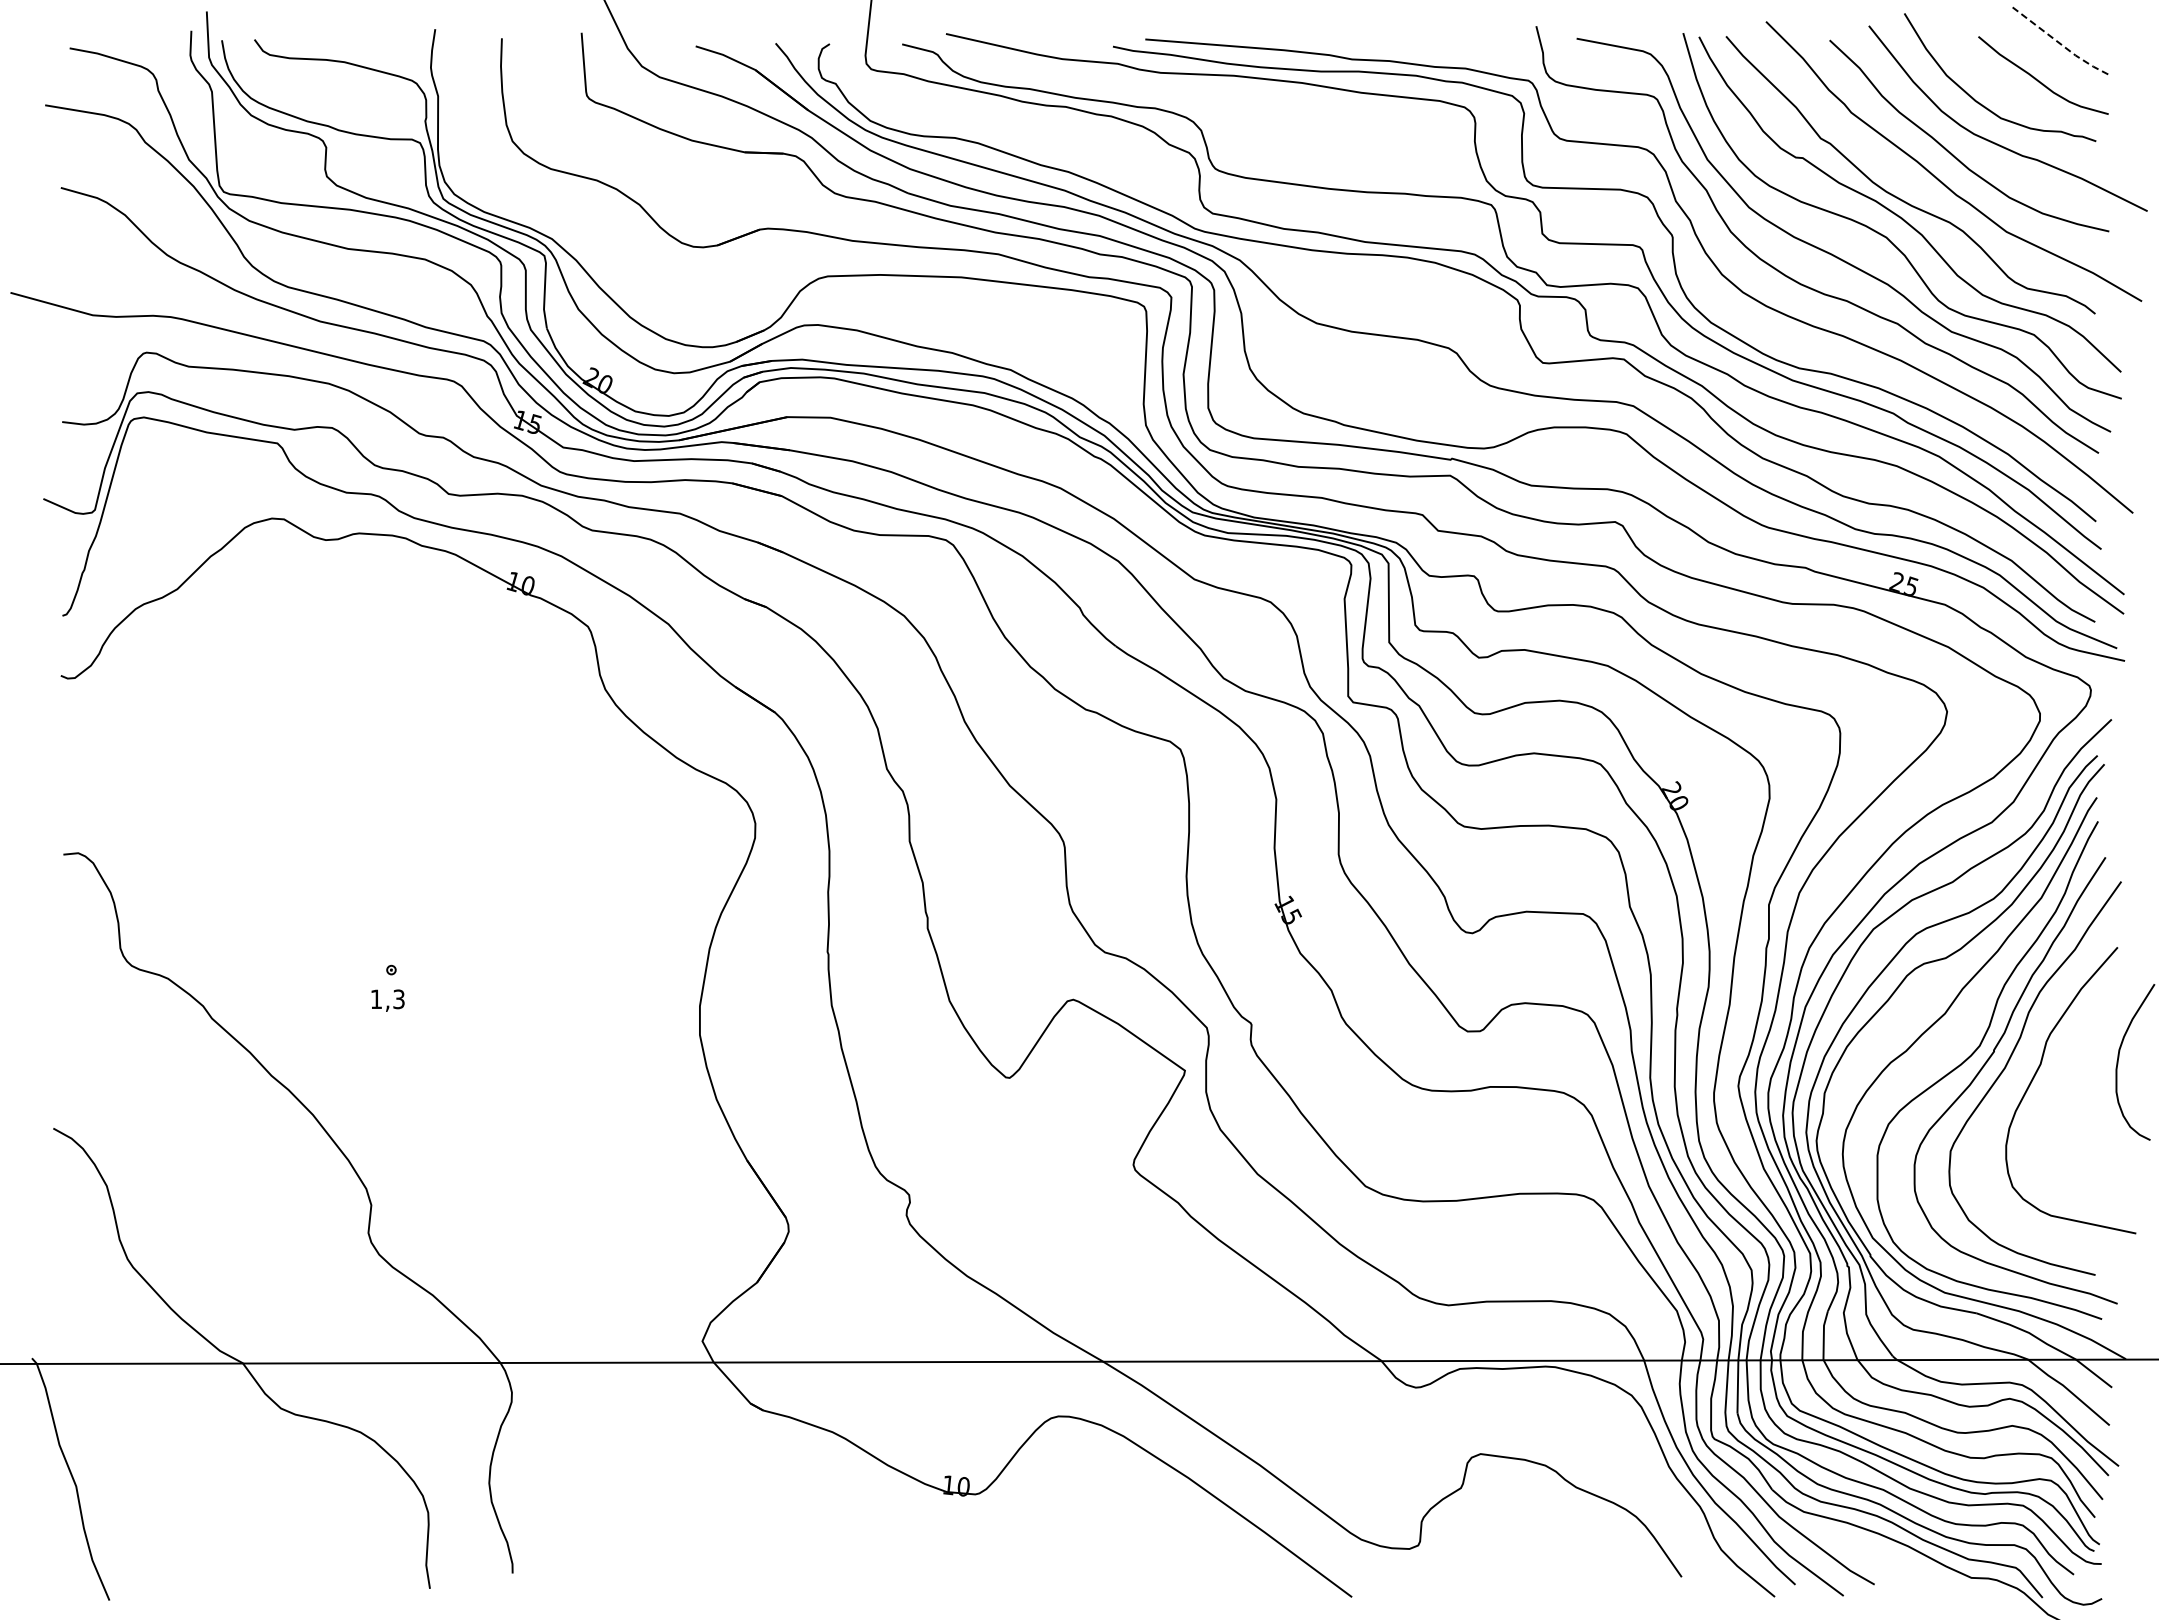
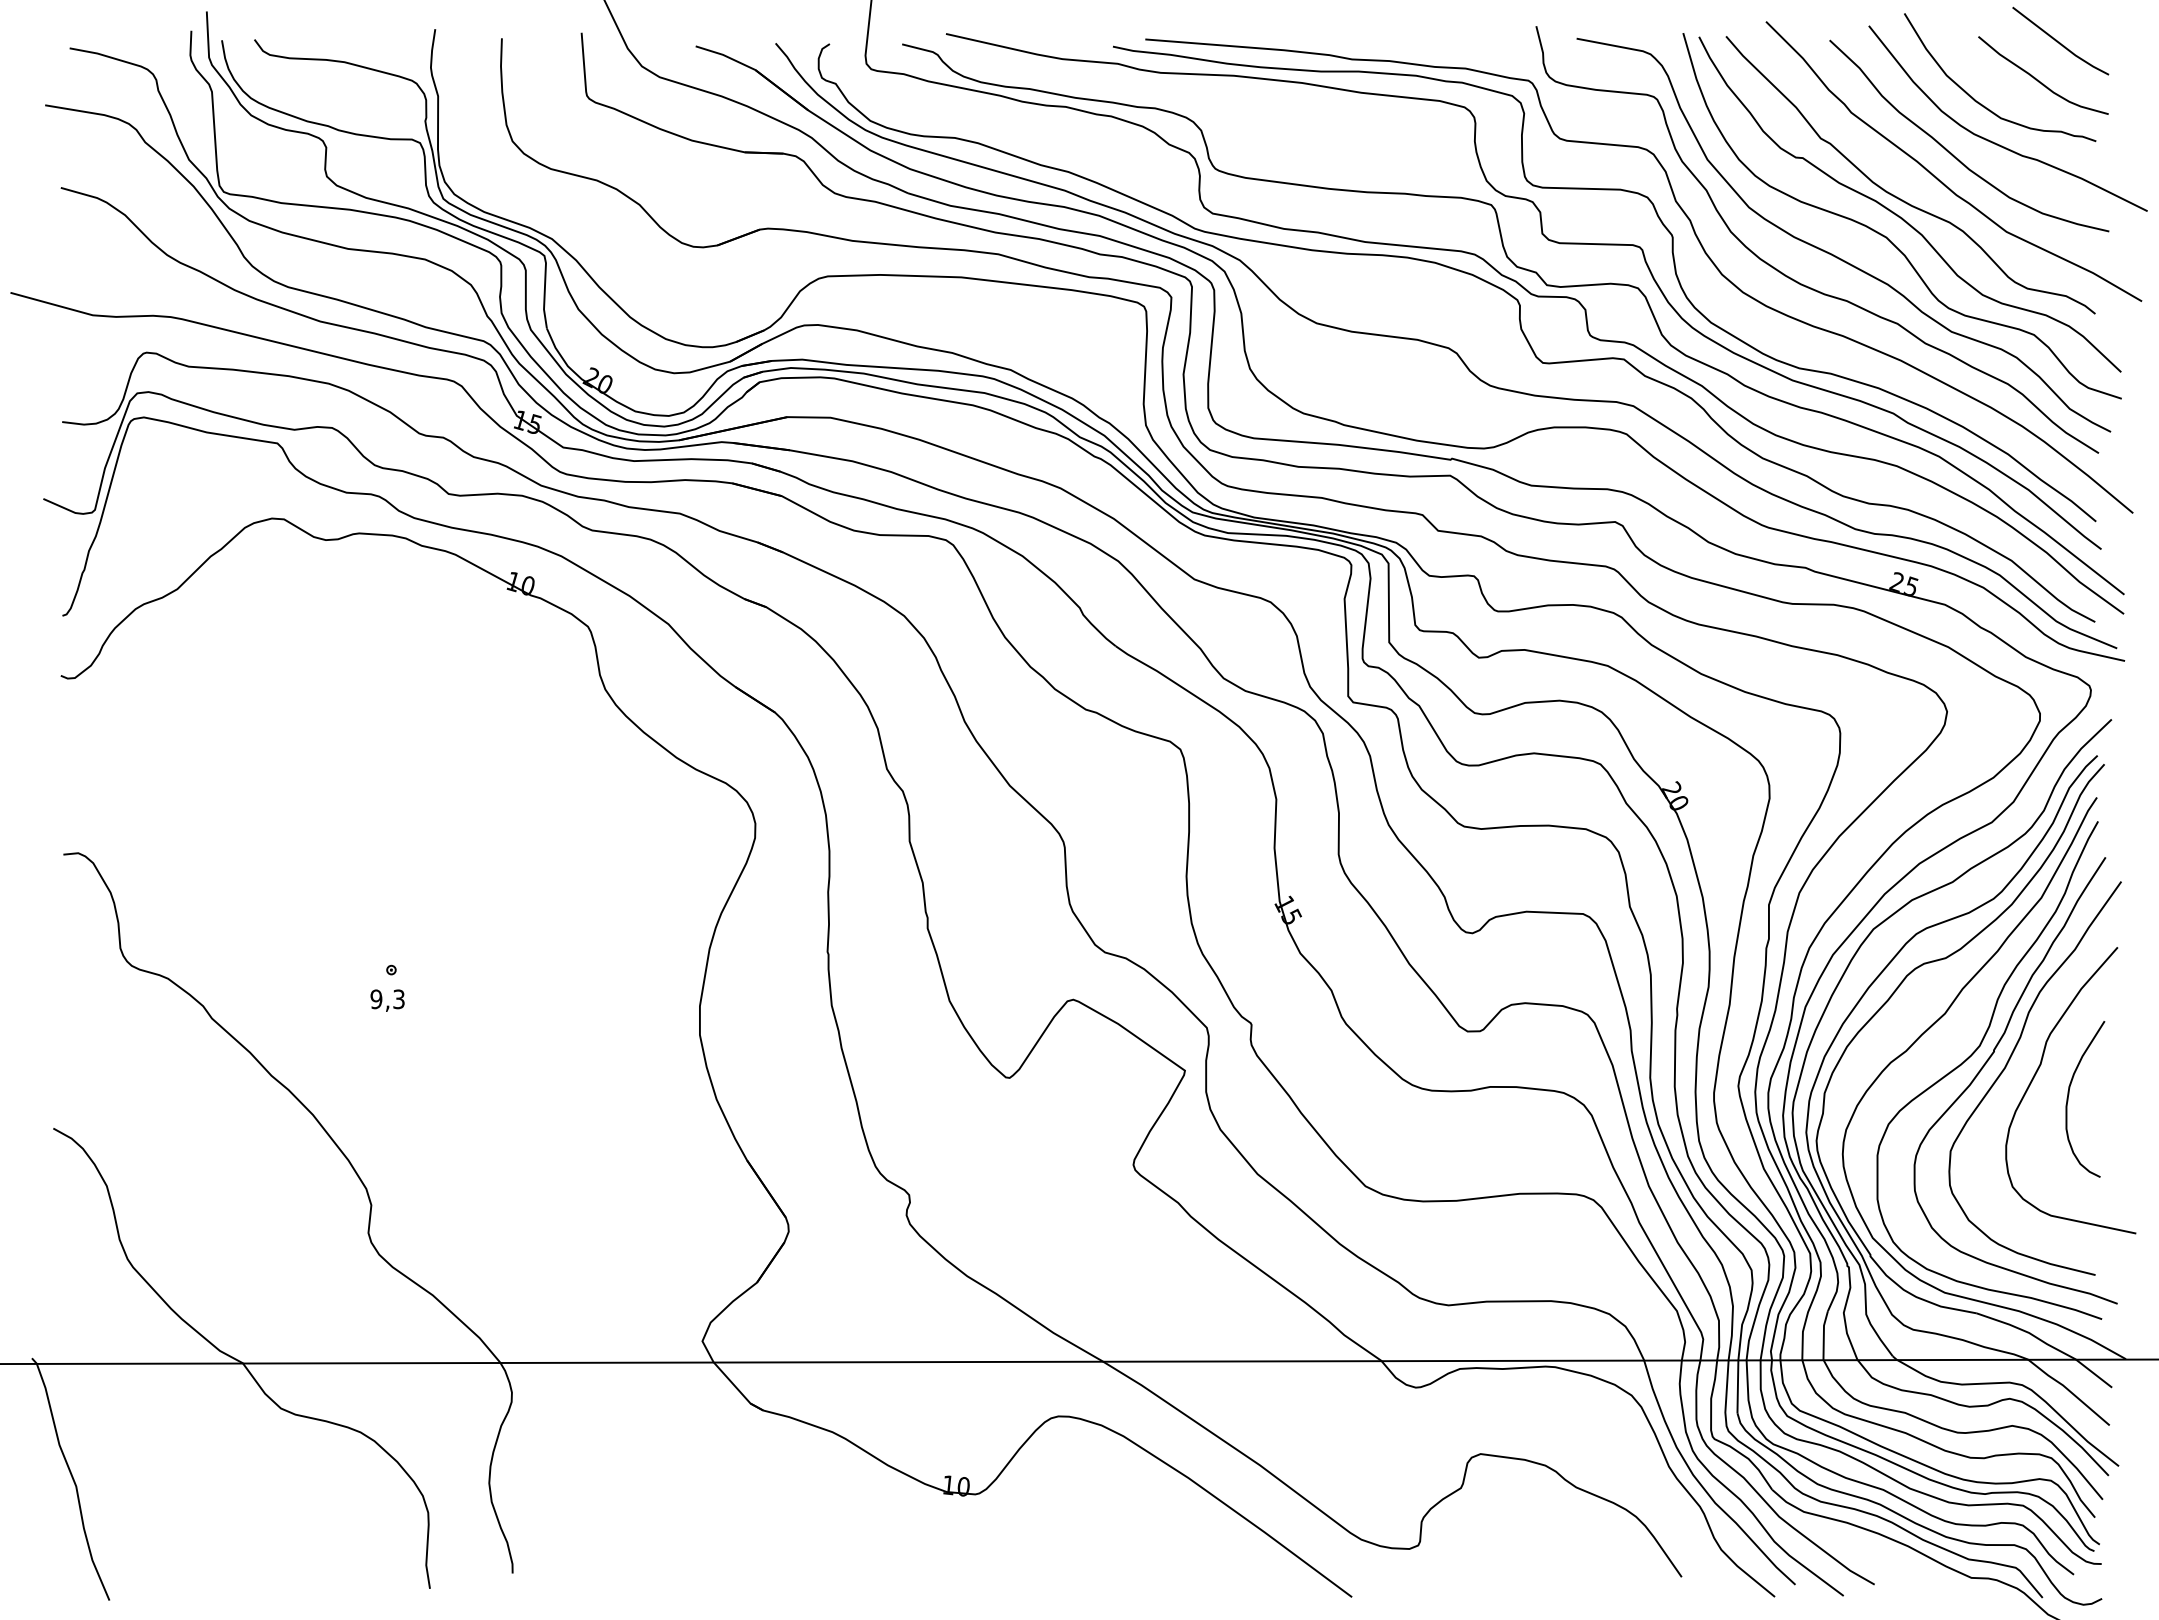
line at (2060, 44): dashed -> solid
text at (376, 999): 1,3 -> 9,3
curve at (2119, 1057) position: (2119, 1057) -> (2069, 1094)
